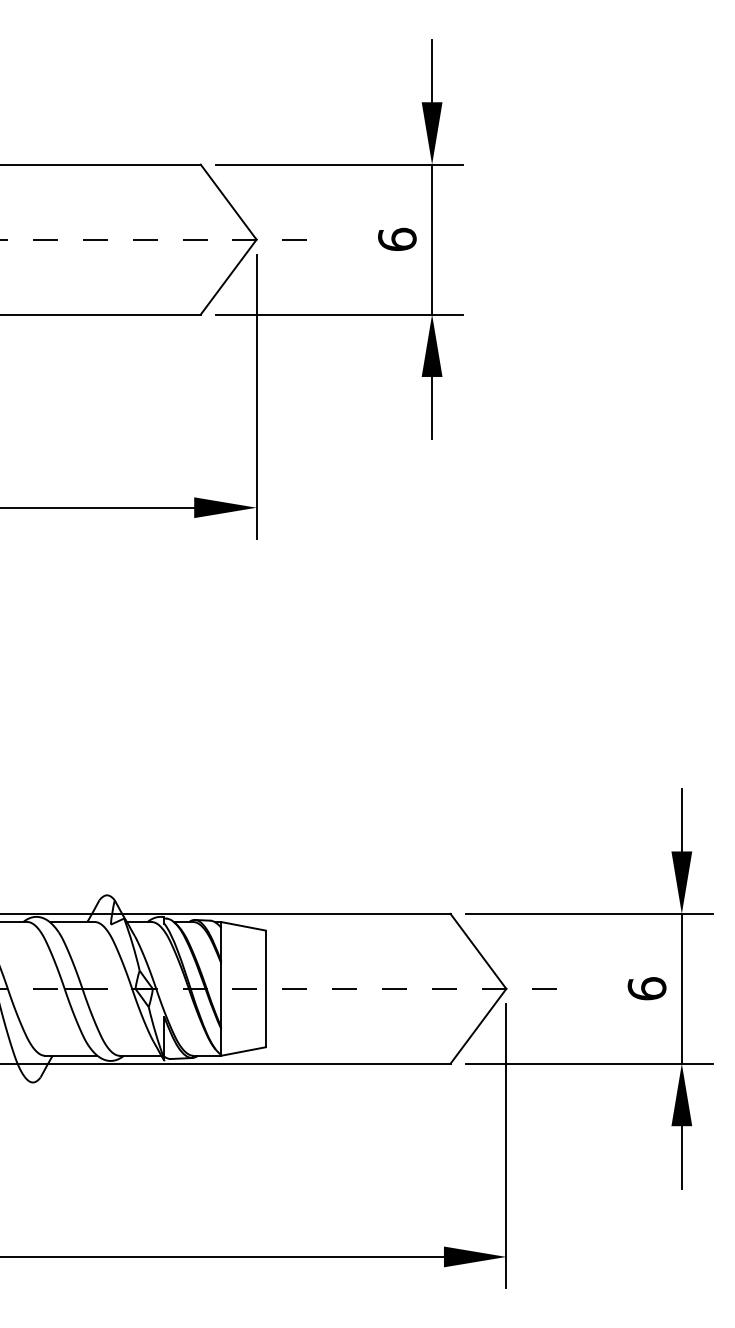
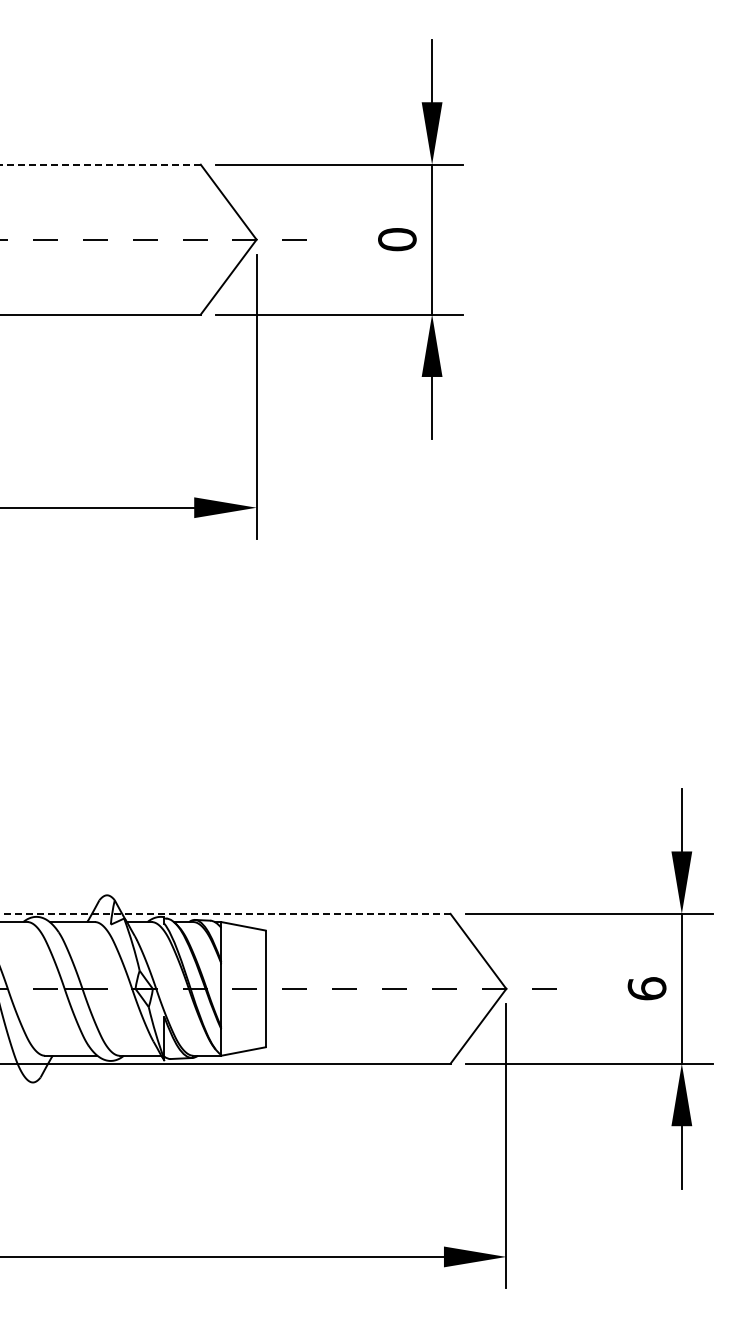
line at (100, 164): solid -> dashed
text at (397, 239): 6 -> 0
line at (225, 913): solid -> dashed
